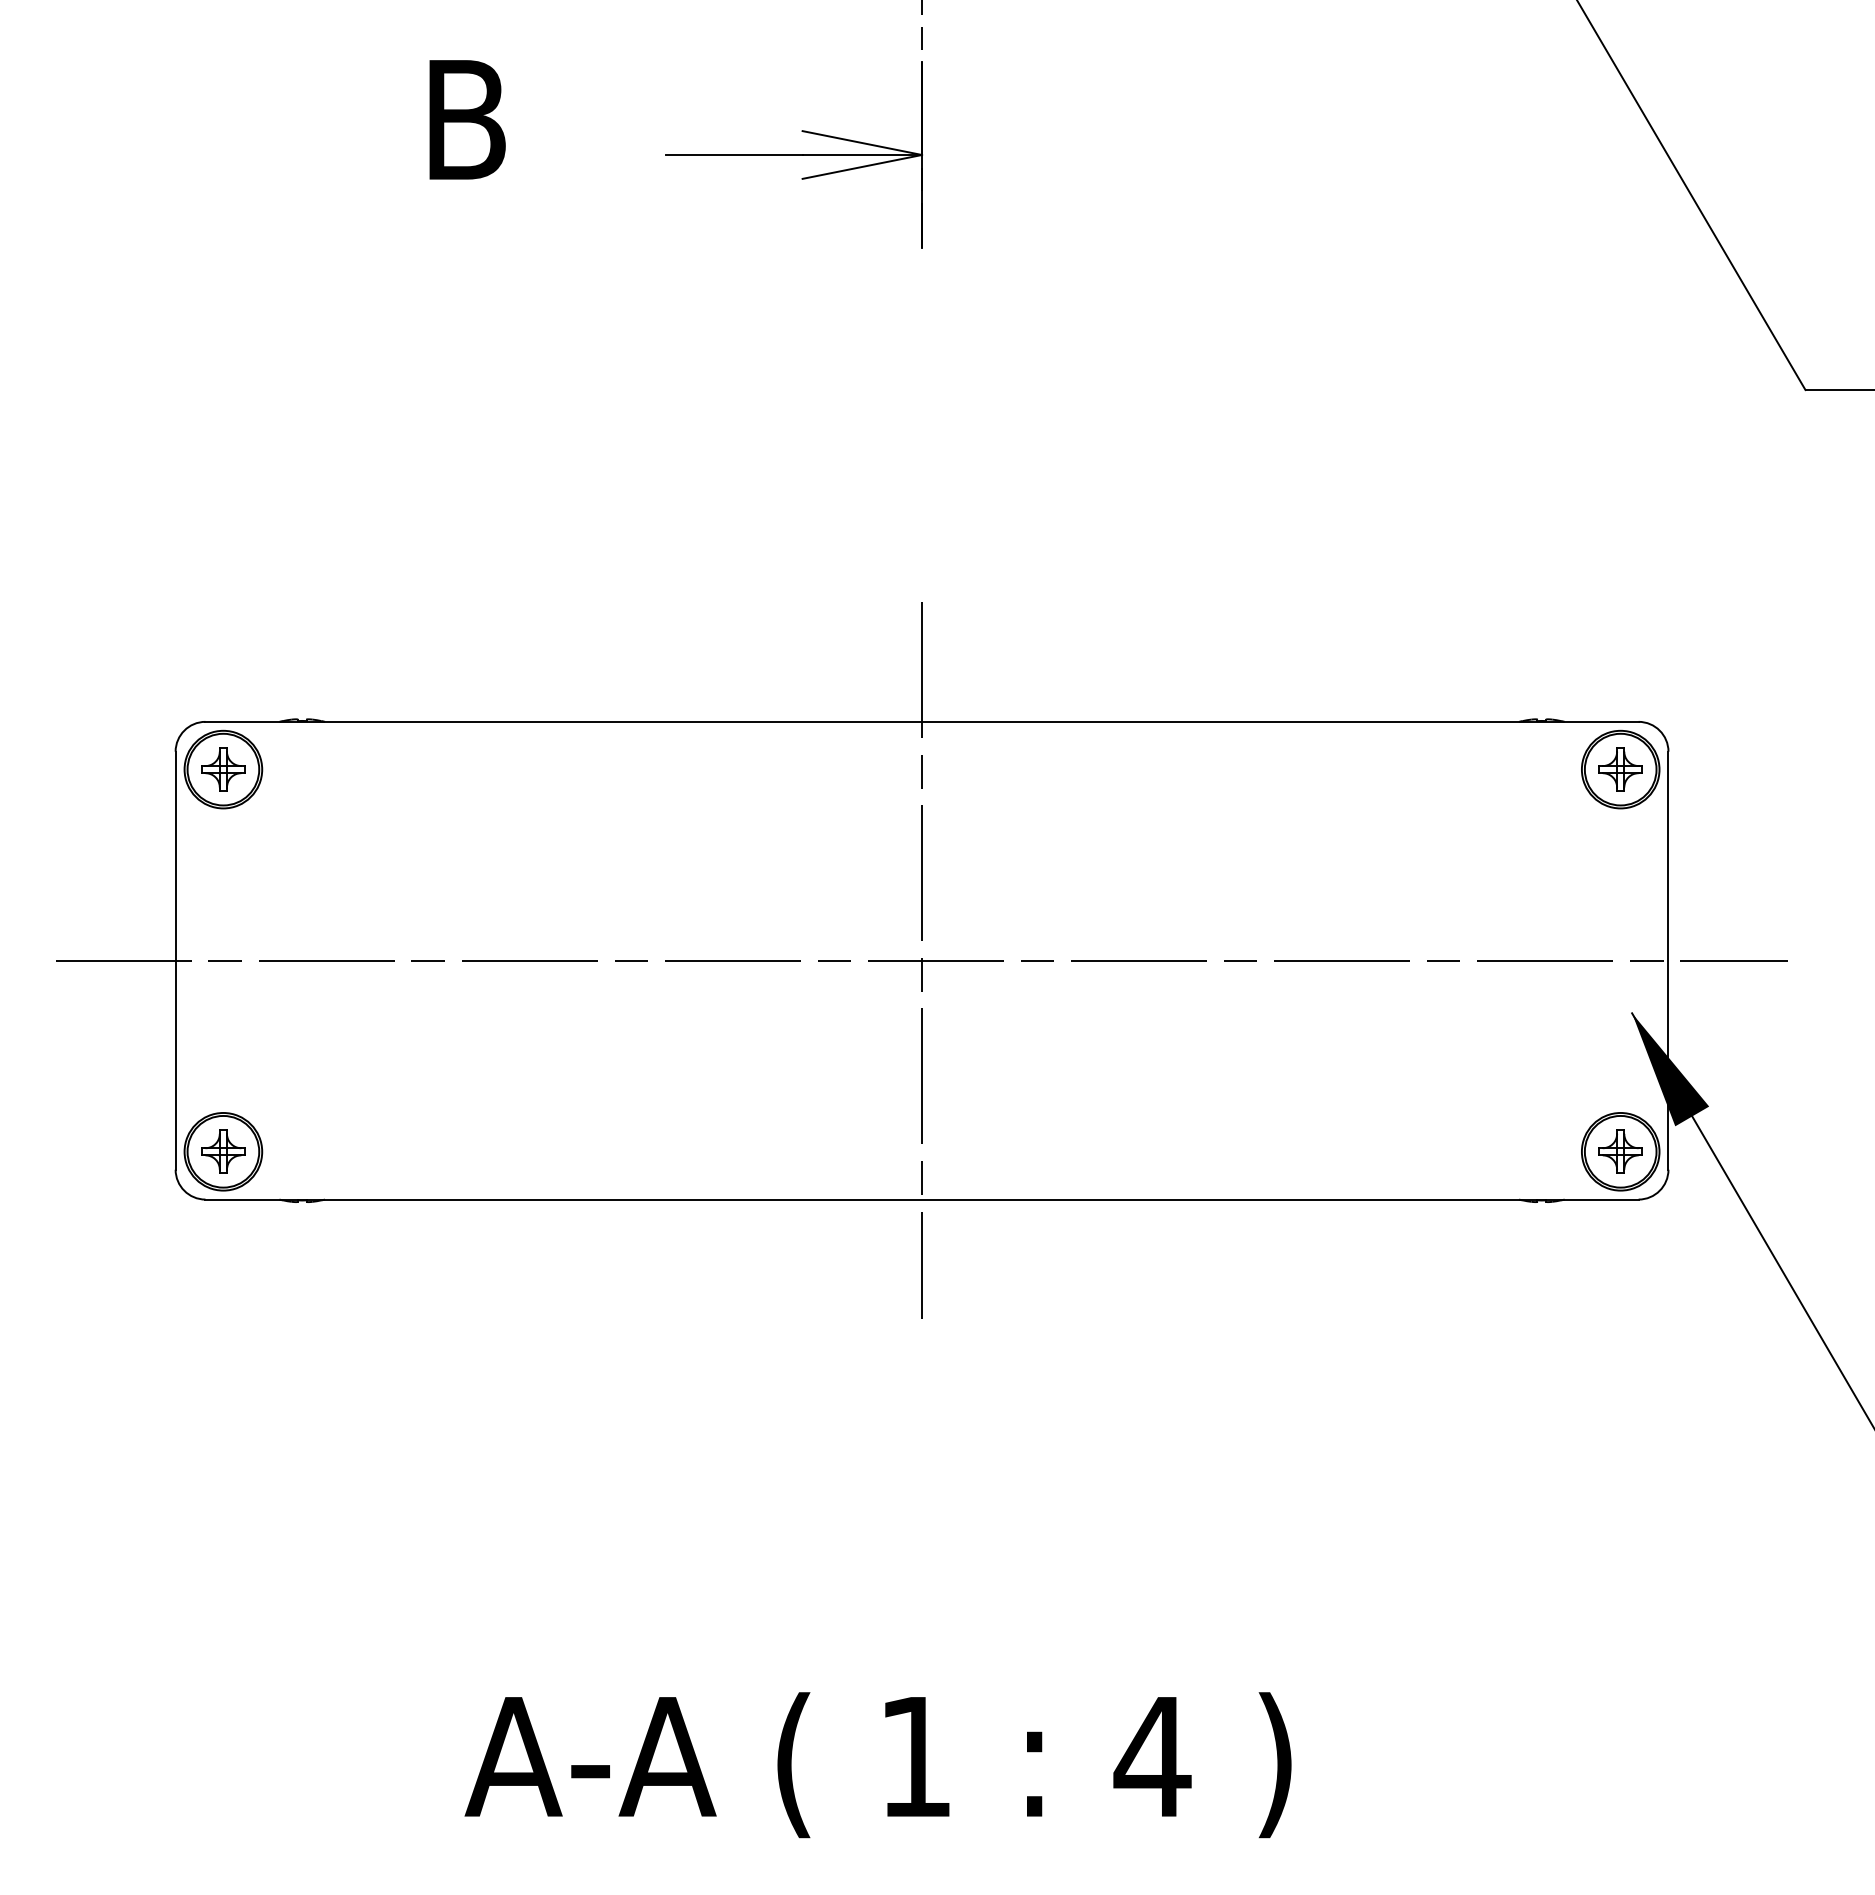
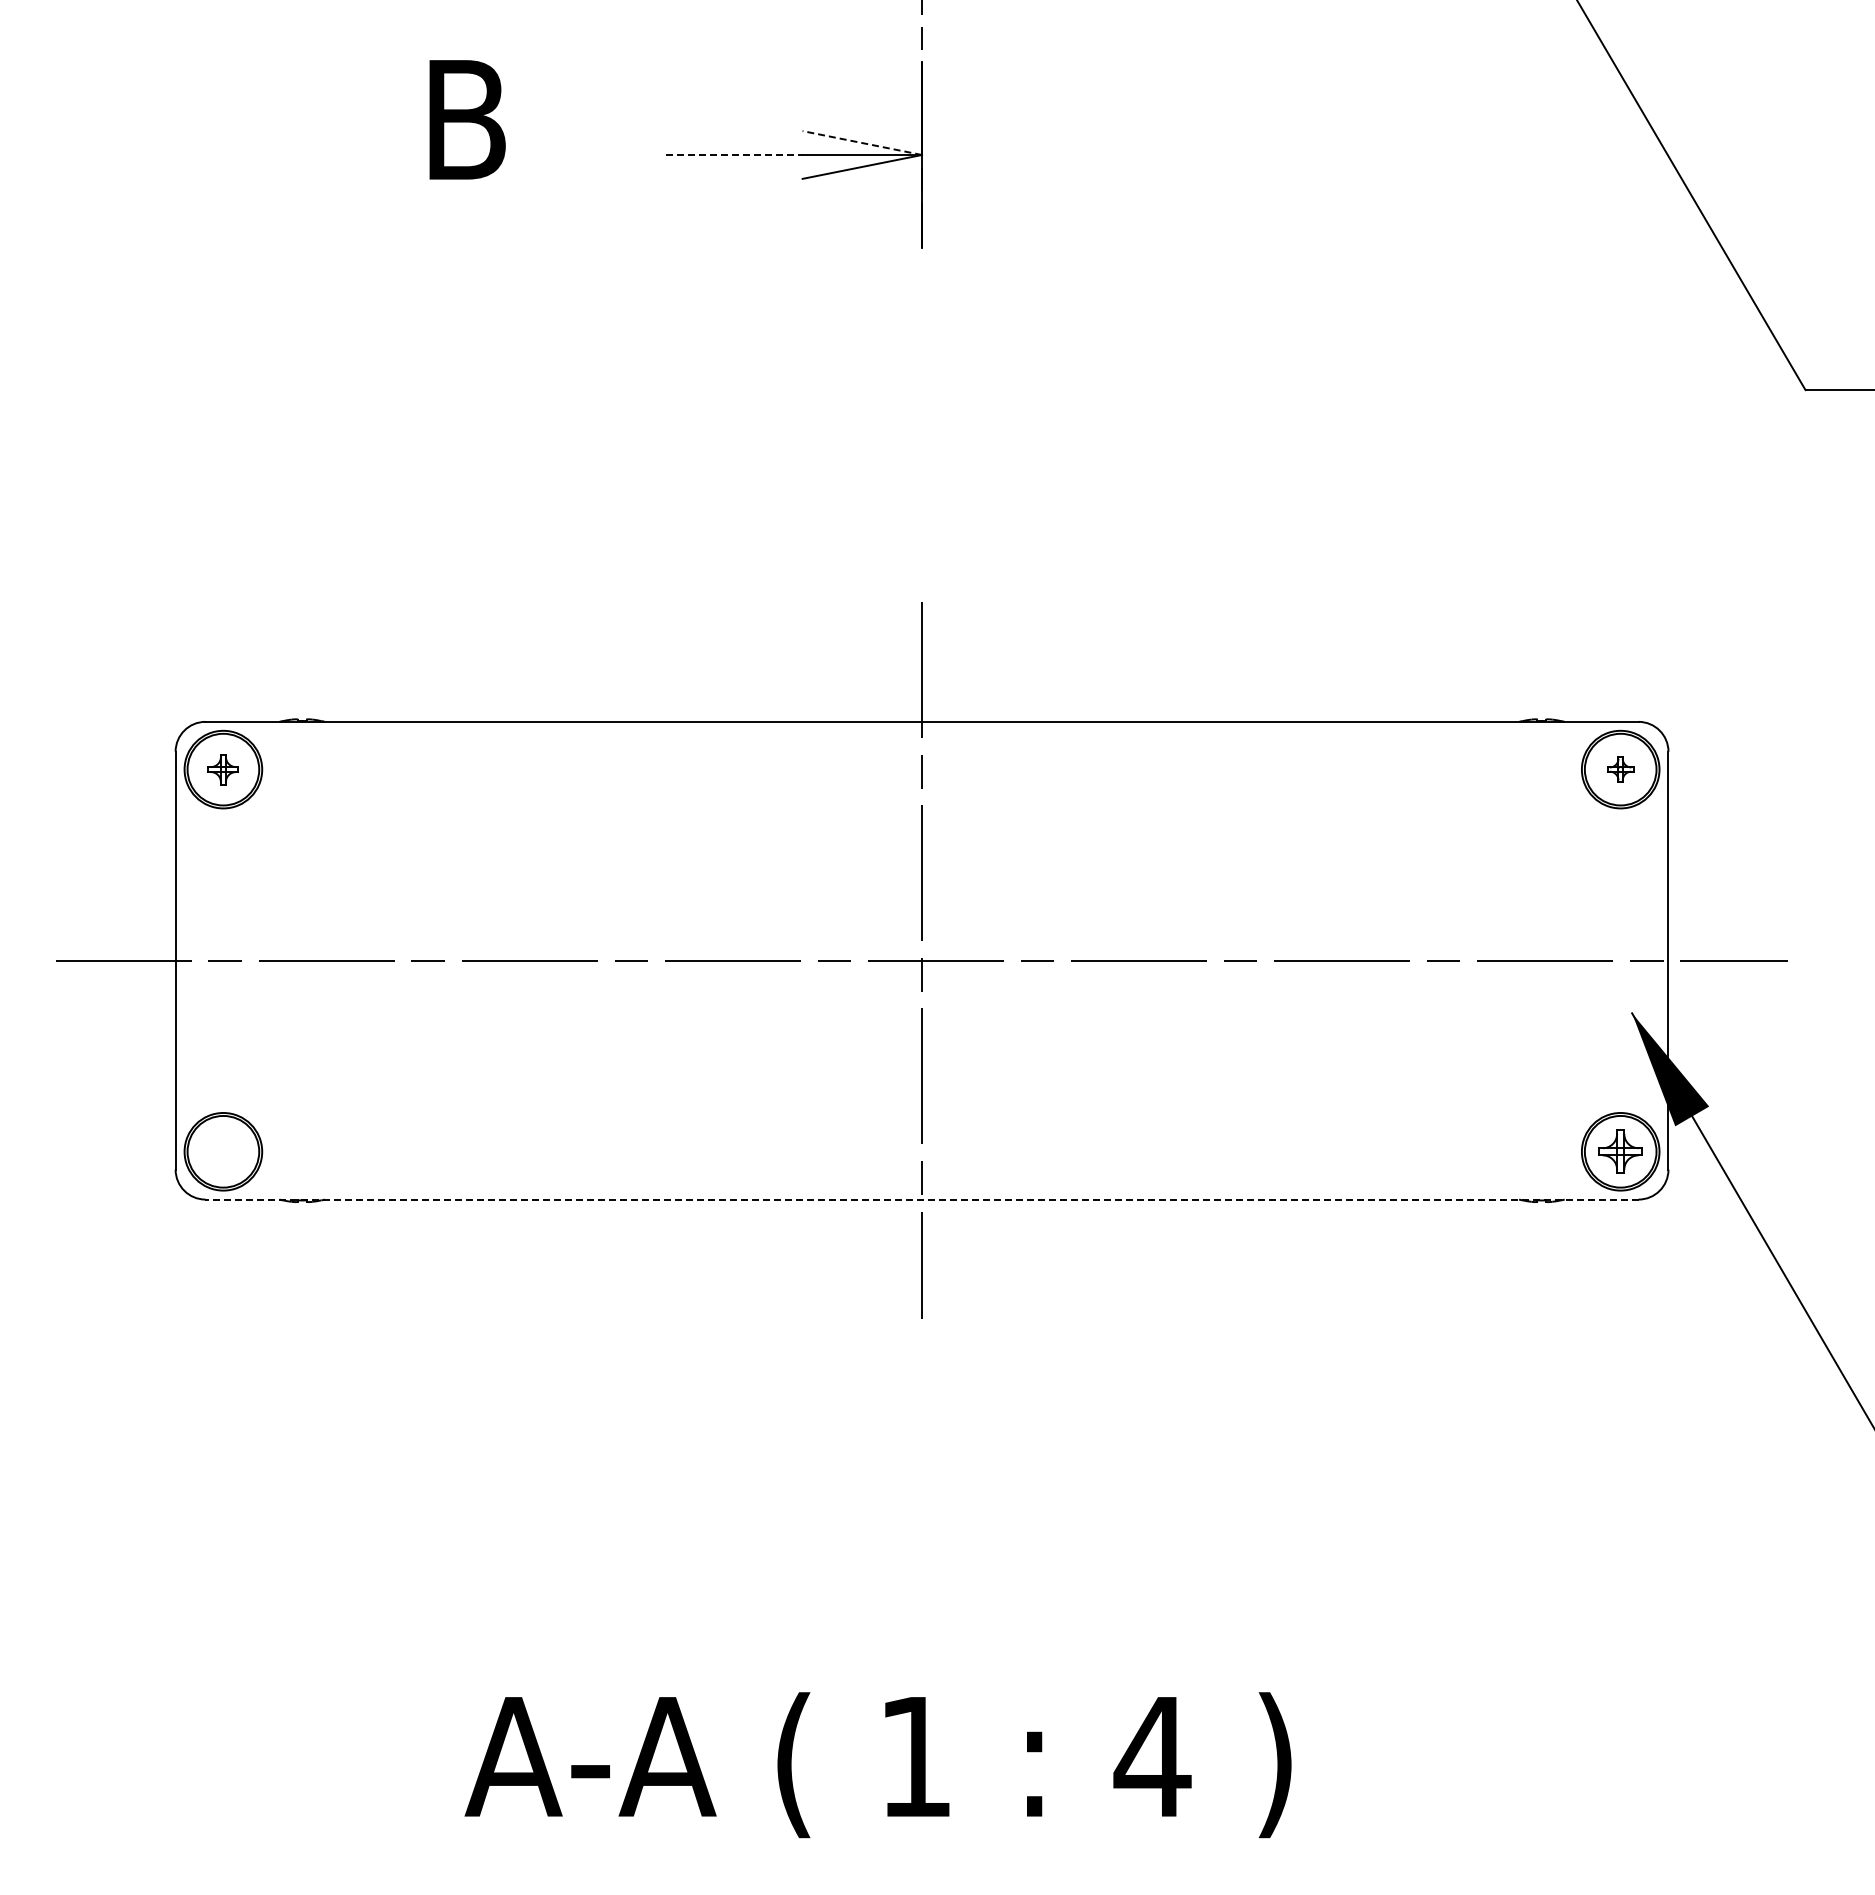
line at (862, 143): solid -> dashed
line at (734, 155): solid -> dashed
part at (223, 769) size: 45x45 px -> 32x32 px
part at (1620, 769) size: 45x45 px -> 28x27 px
part at (223, 1151): present -> none
line at (922, 1199): solid -> dashed
